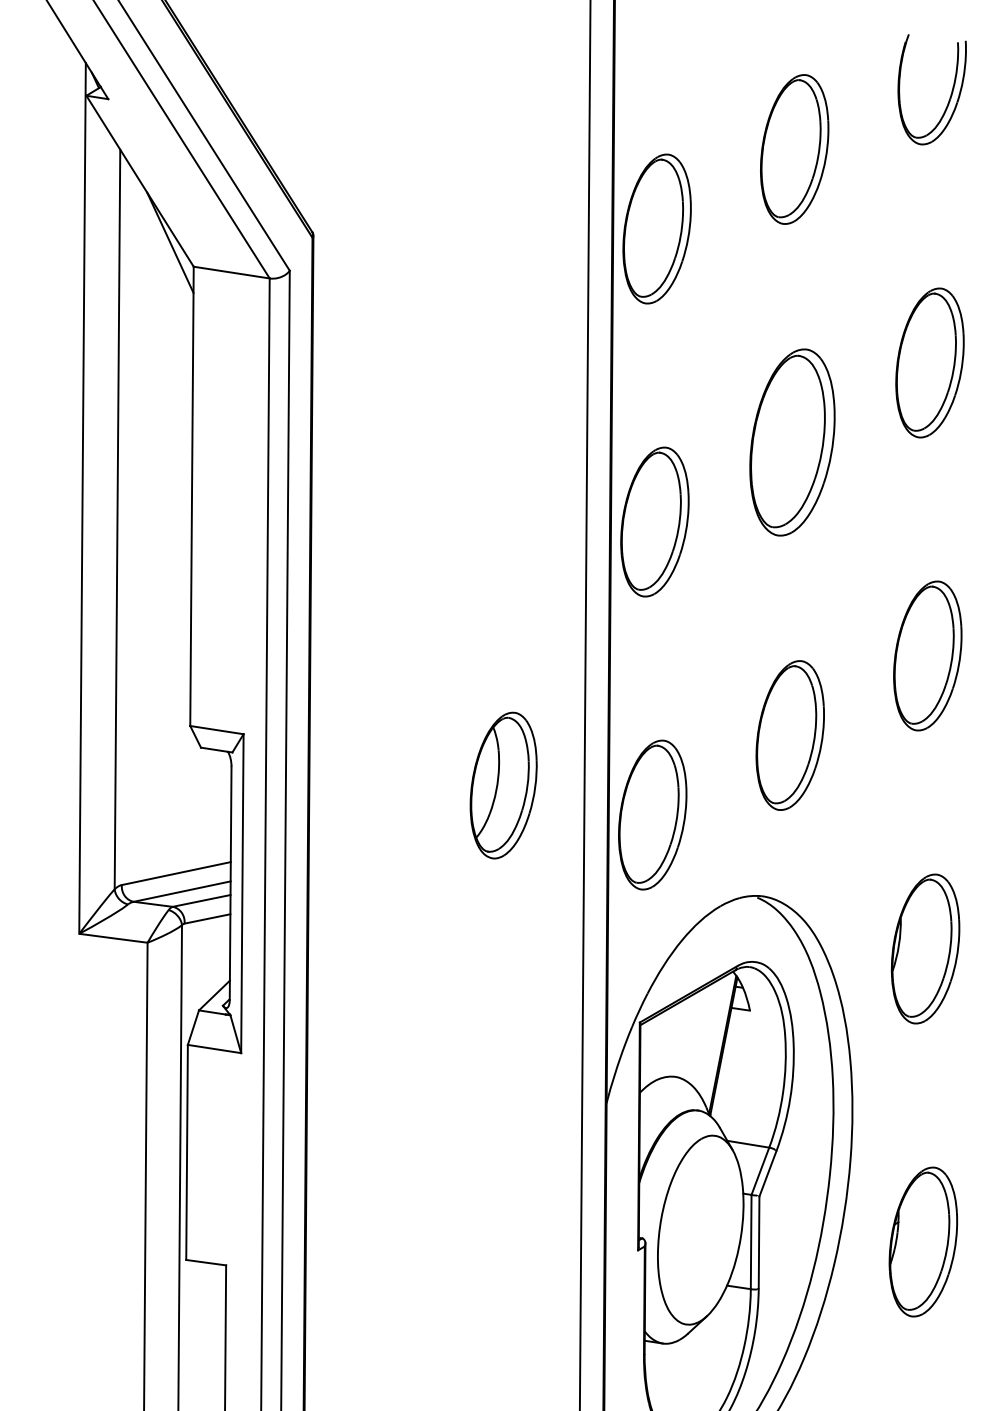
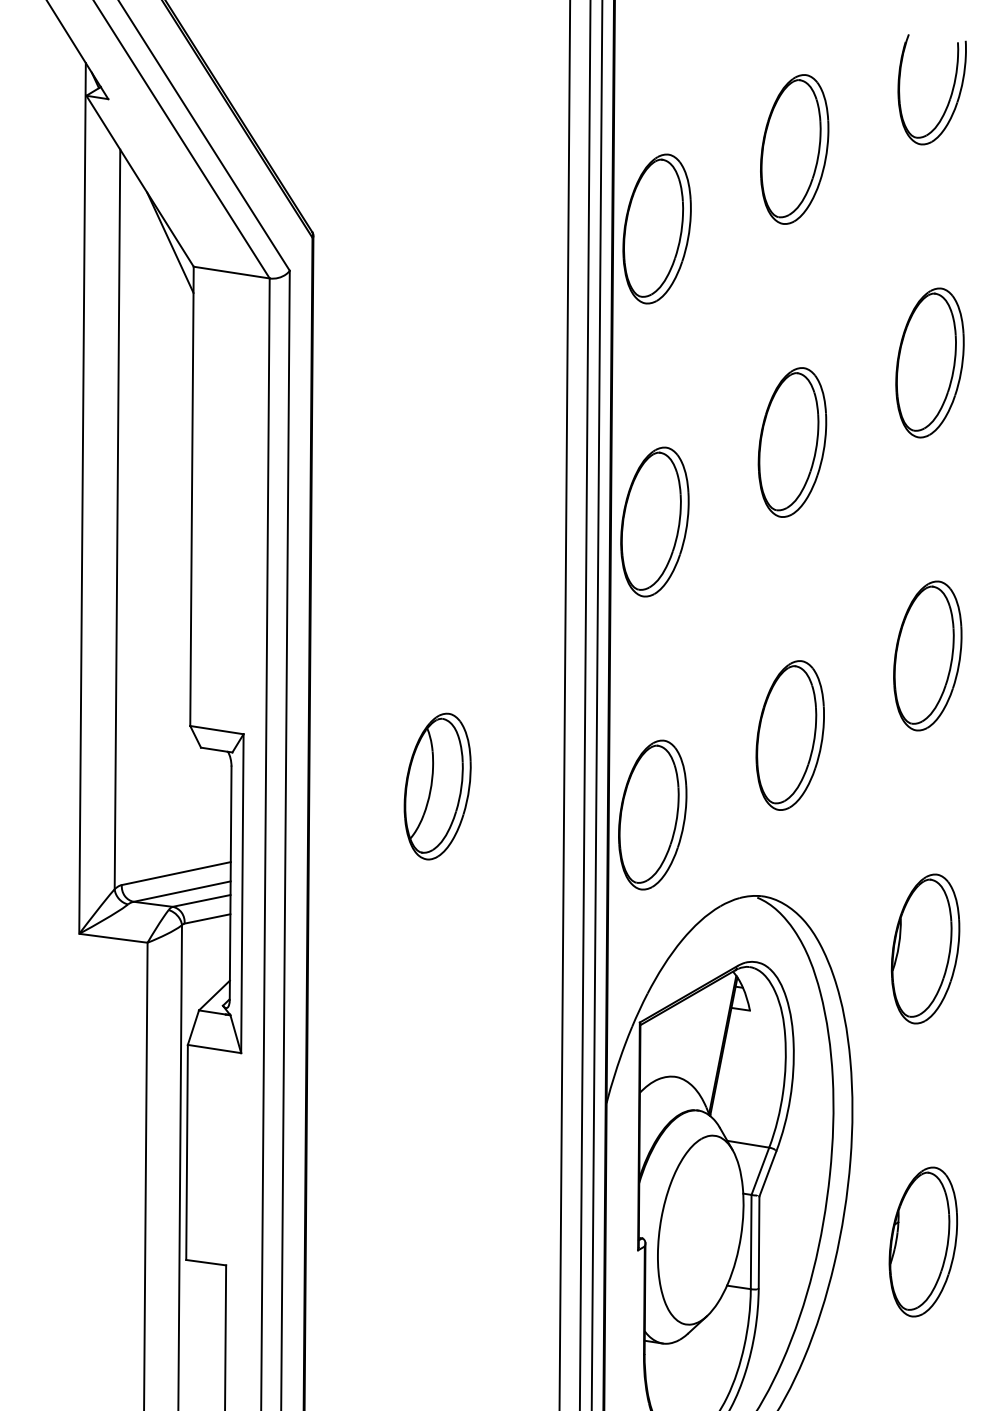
part at (792, 442) size: 87x189 px -> 71x151 px
line at (564, 704): none -> present
line at (596, 704): none -> present
part at (503, 785) position: (503, 785) -> (437, 786)
